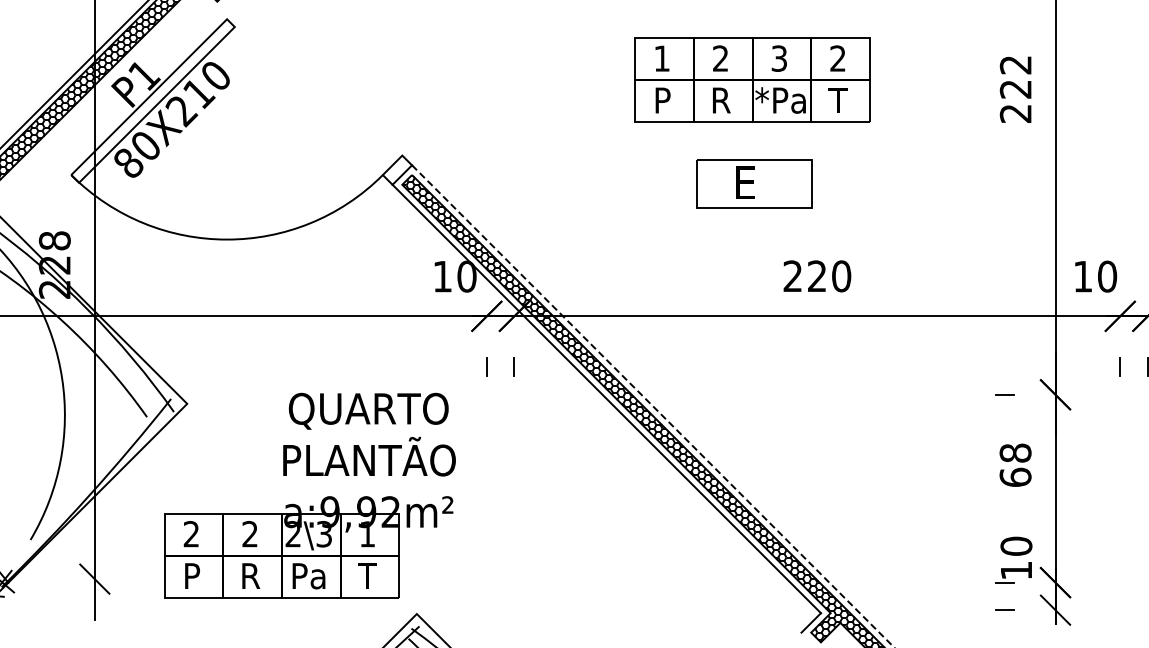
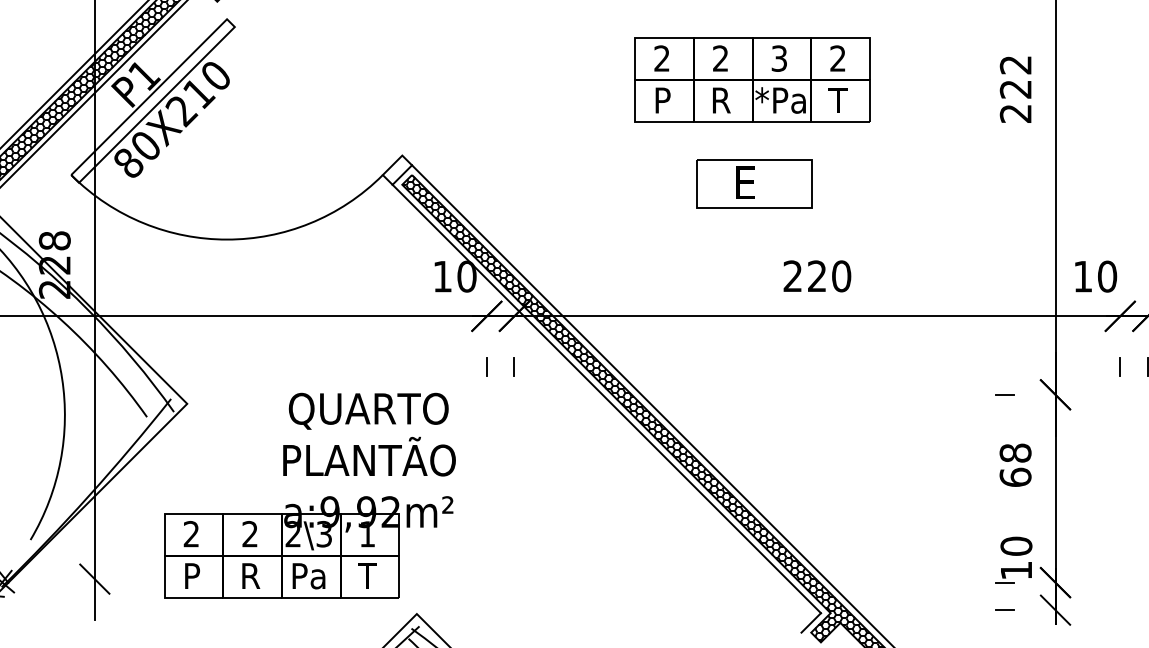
text at (661, 58): 1 -> 2
line at (93, 93): none -> present
line at (653, 406): dashed -> solid
